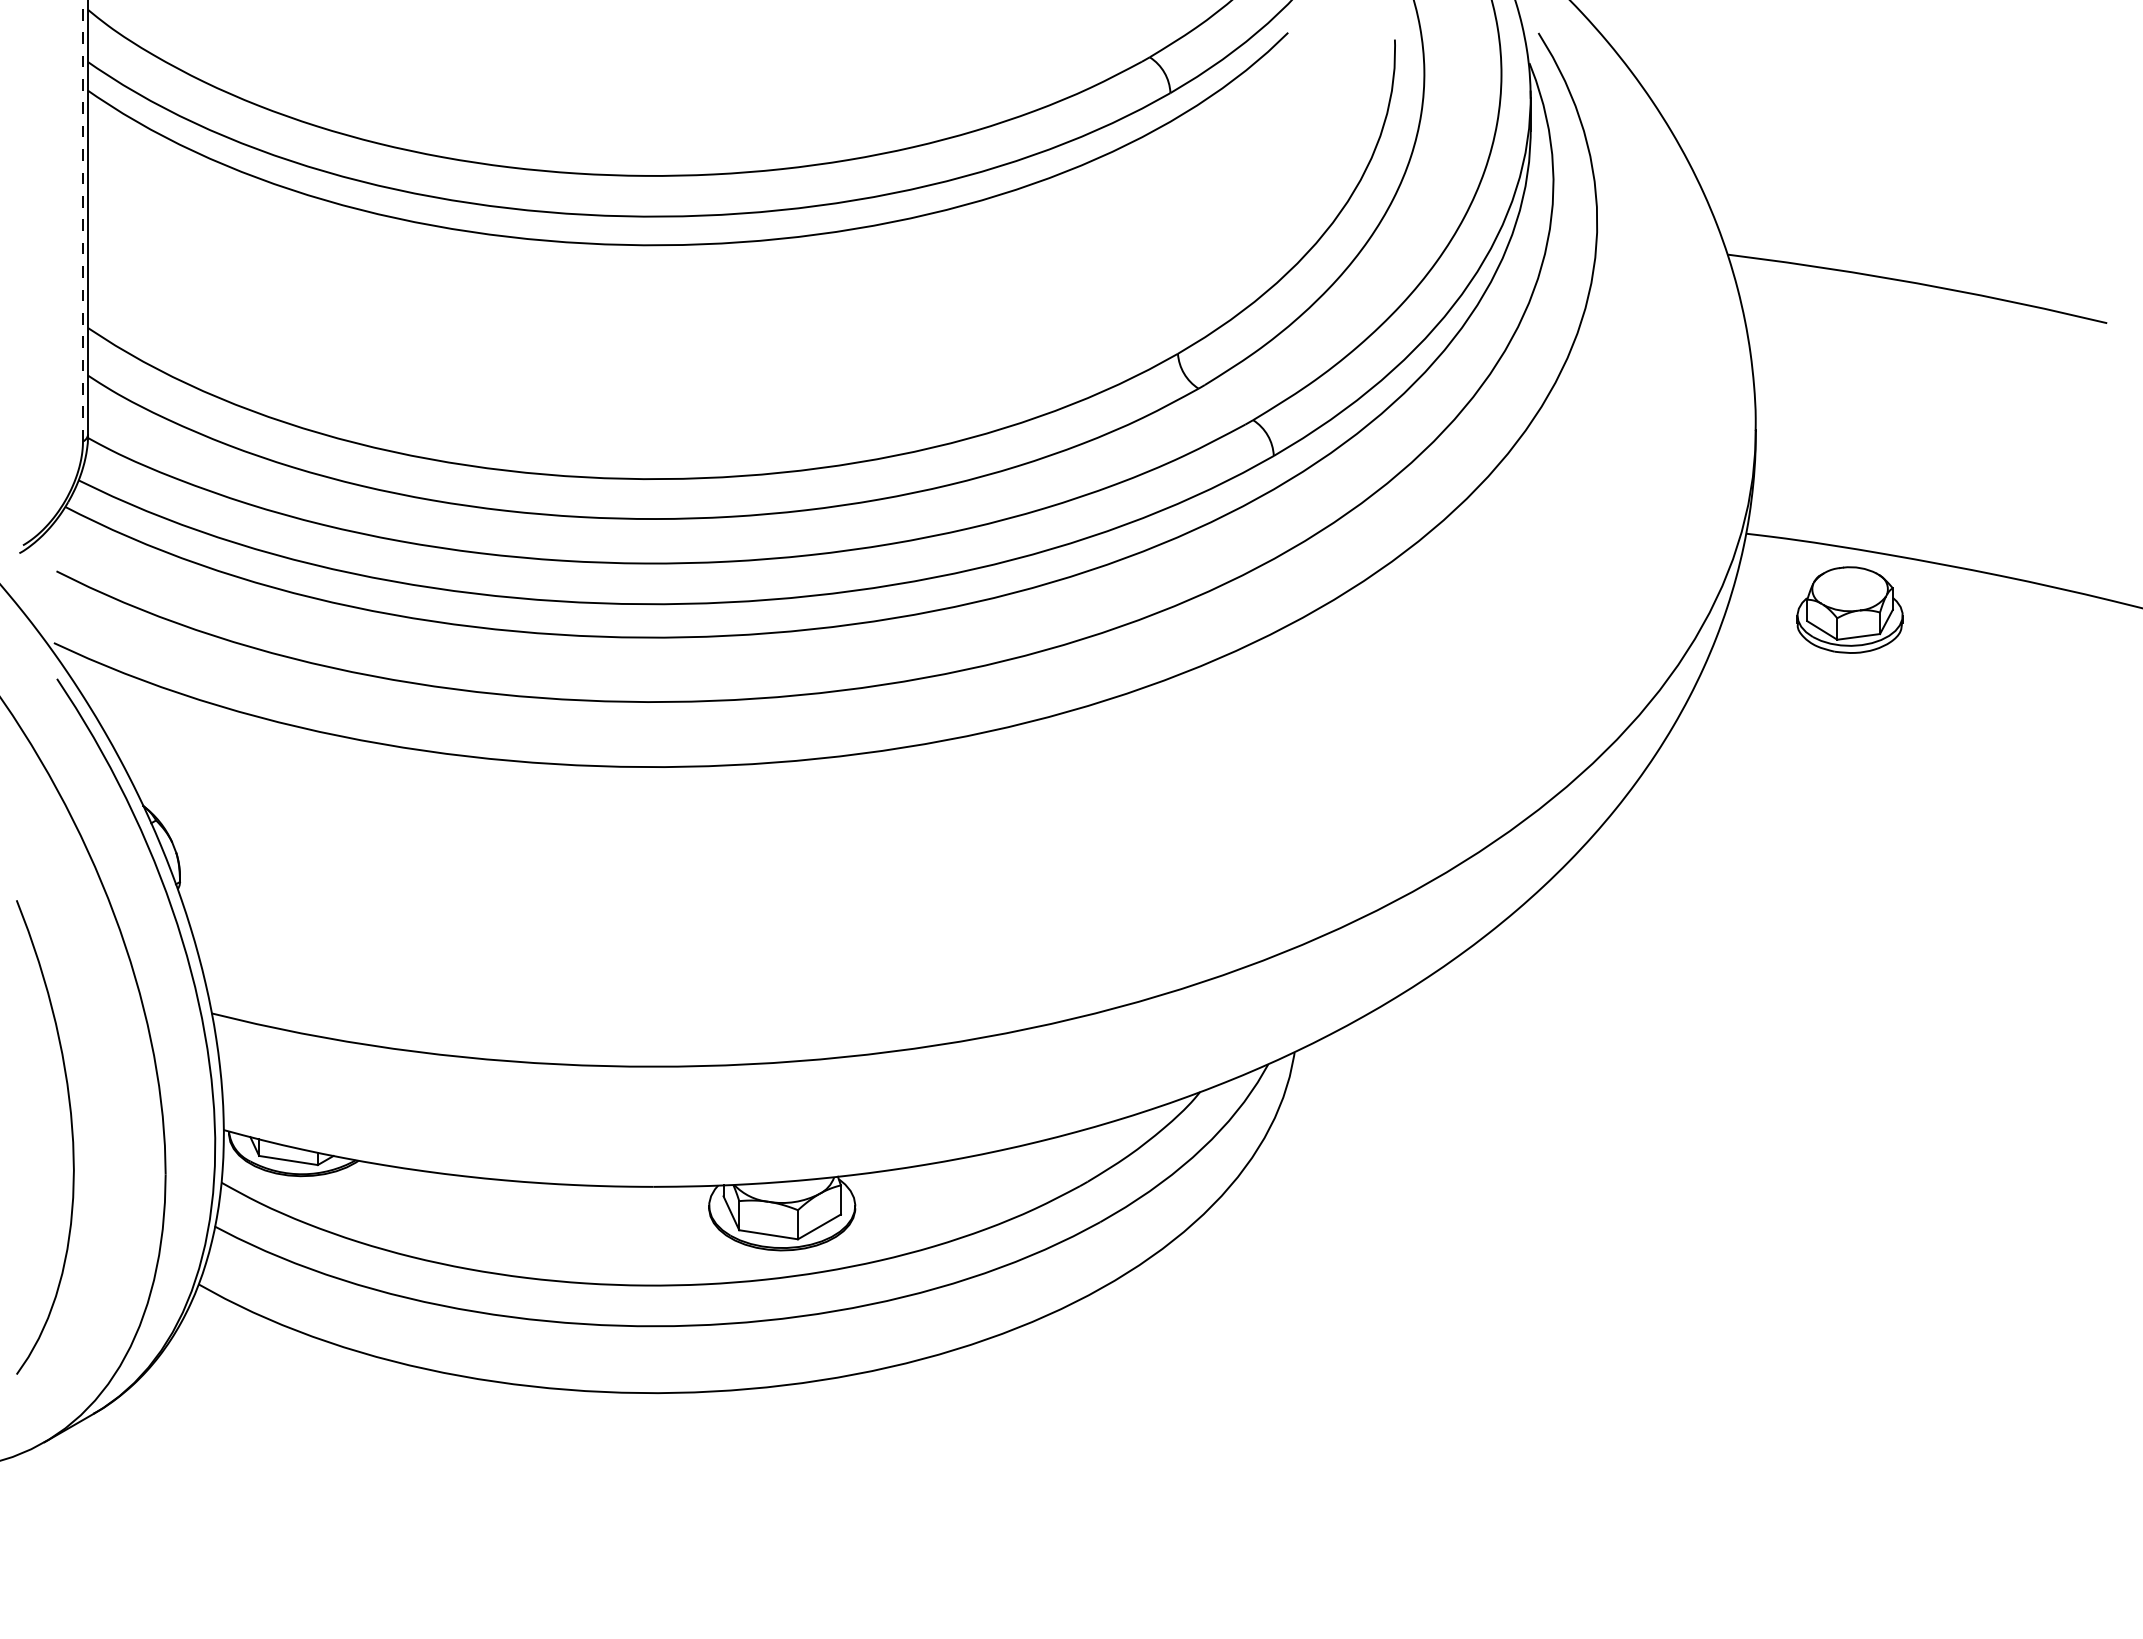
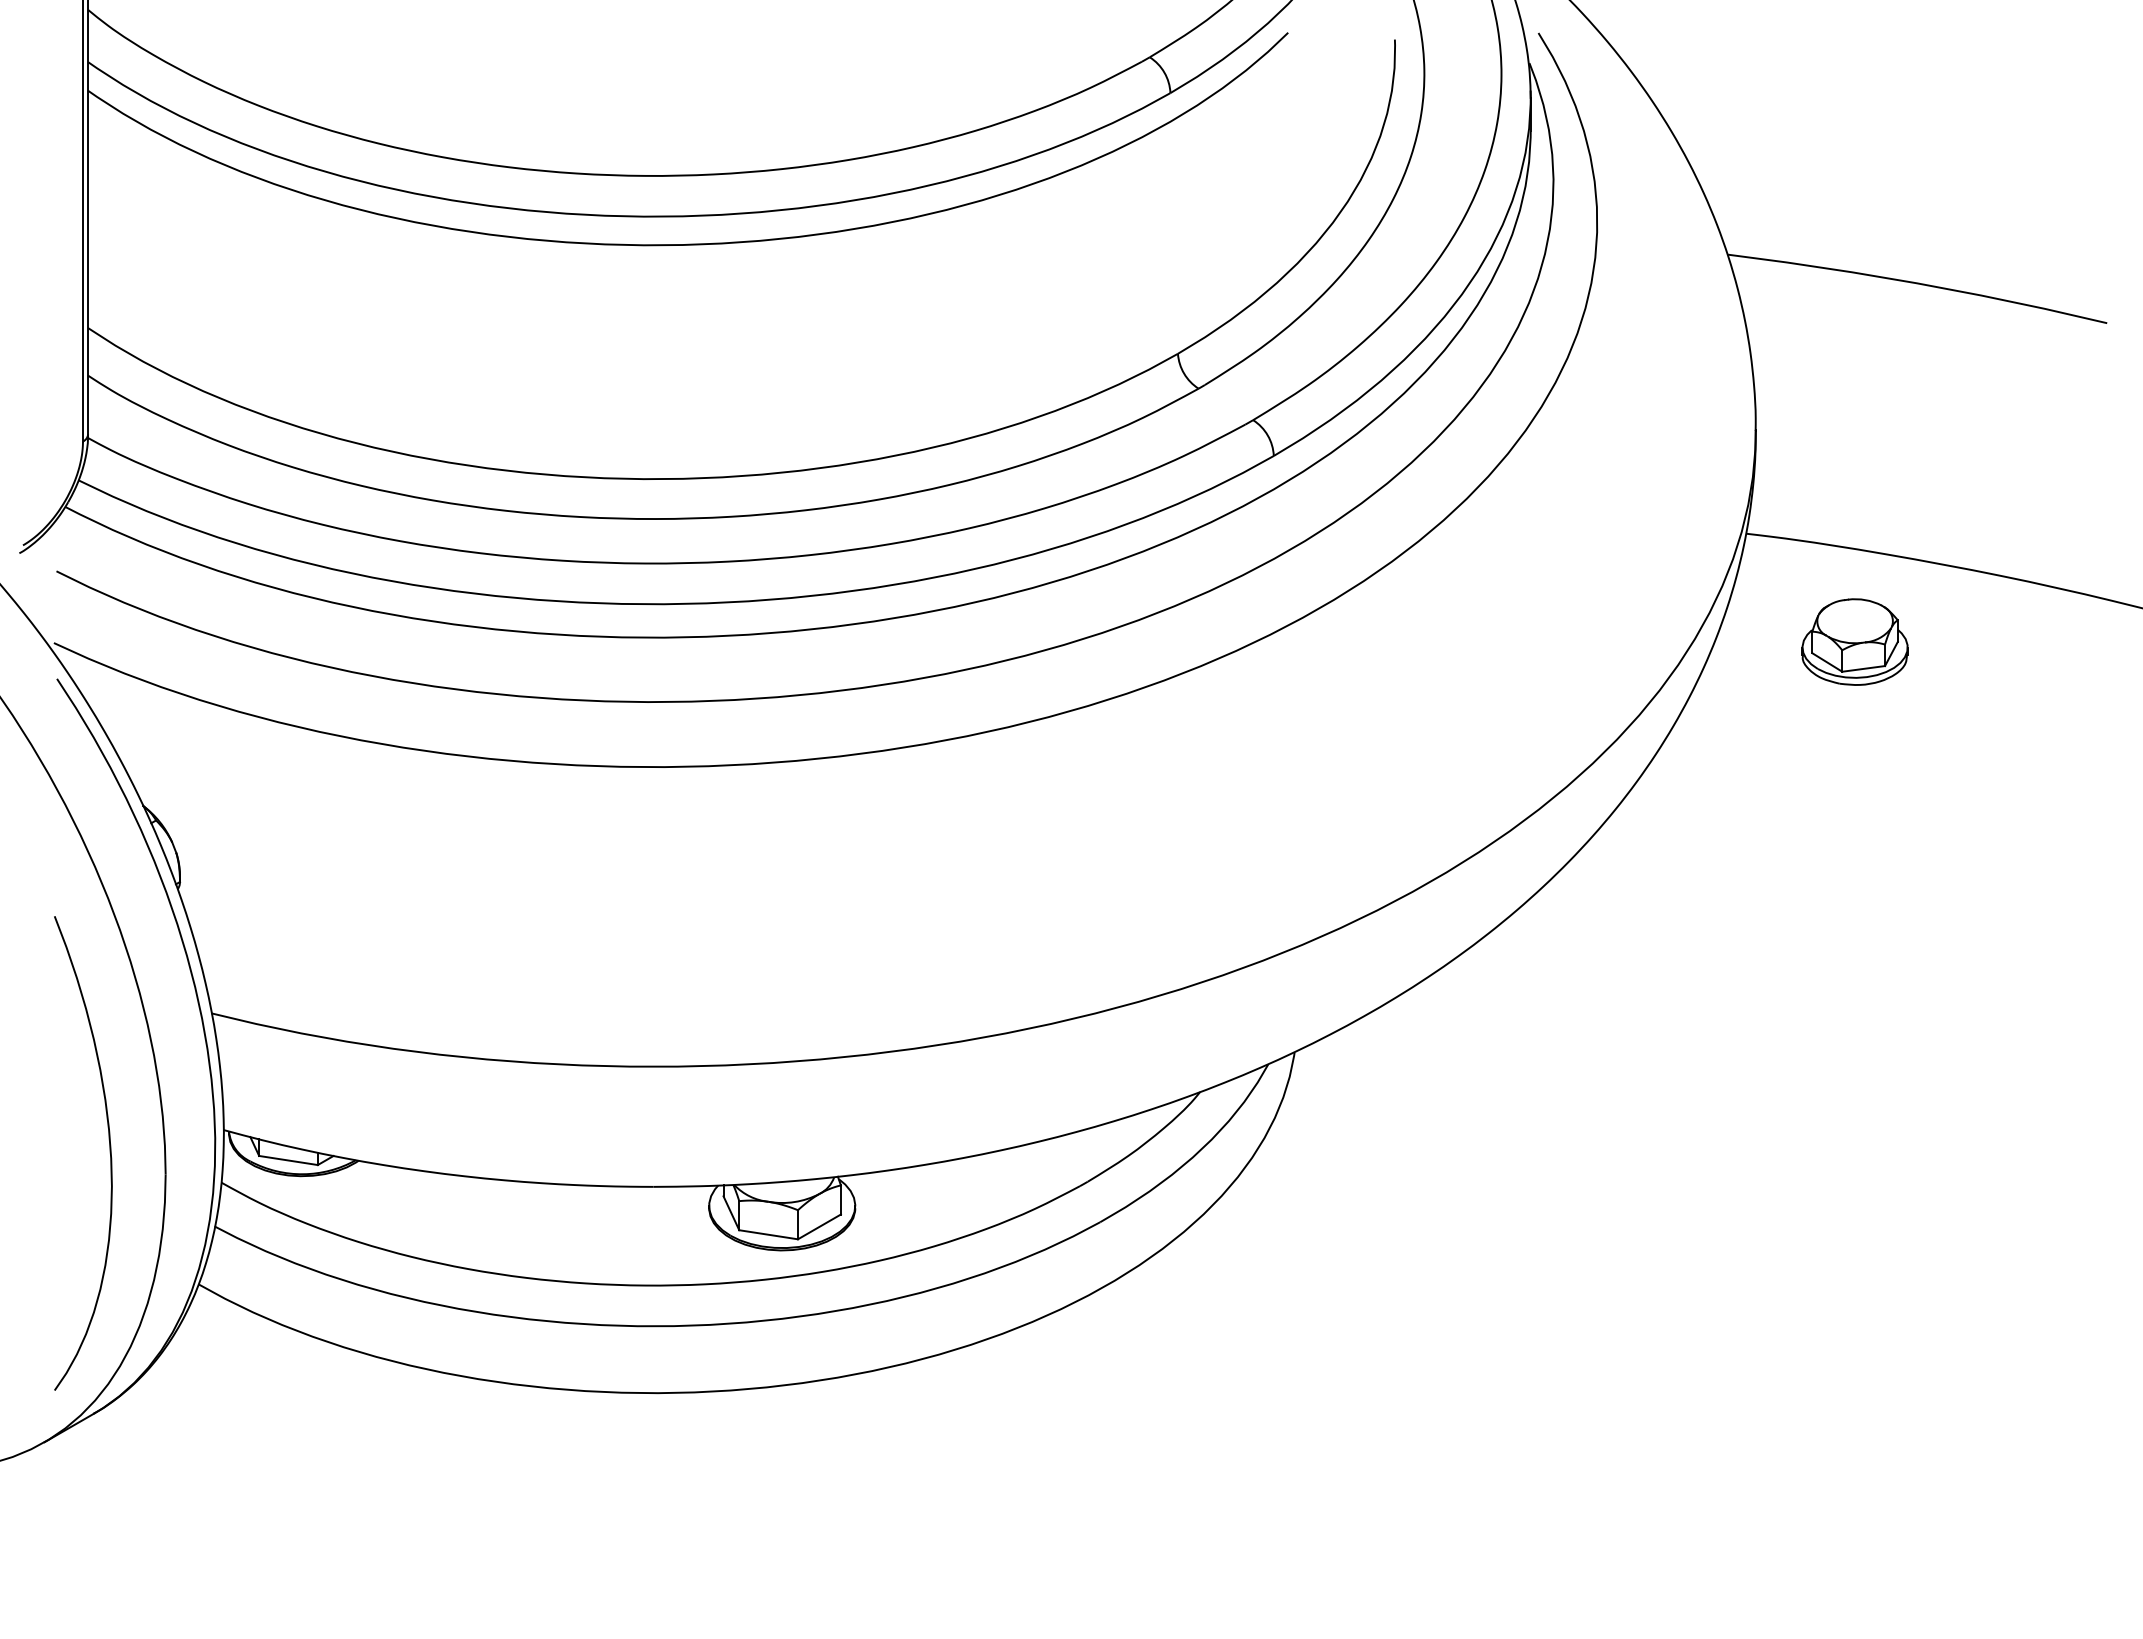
line at (82, 220): dashed -> solid
part at (1849, 609) position: (1849, 609) -> (1854, 641)
curve at (71, 1137) position: (71, 1137) -> (109, 1153)
